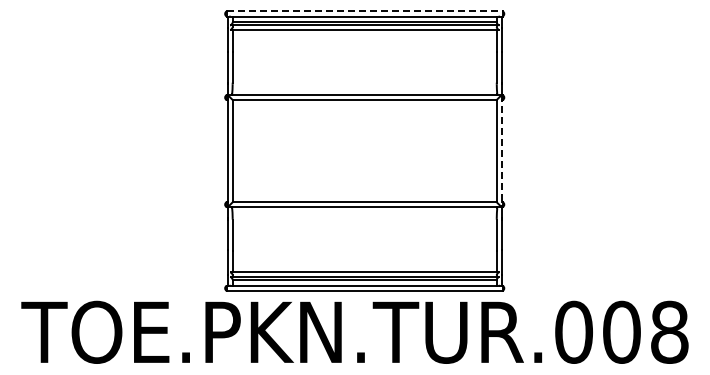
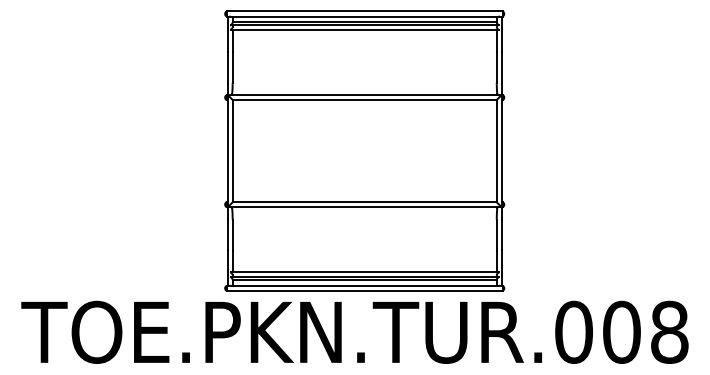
line at (364, 11): dashed -> solid
line at (501, 151): dashed -> solid
